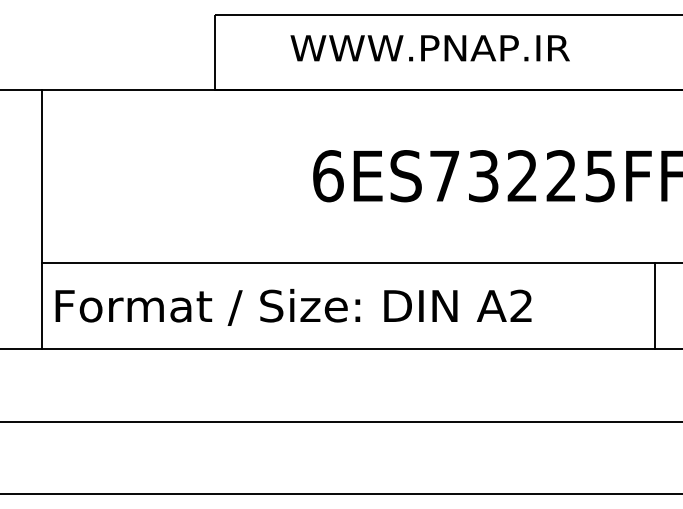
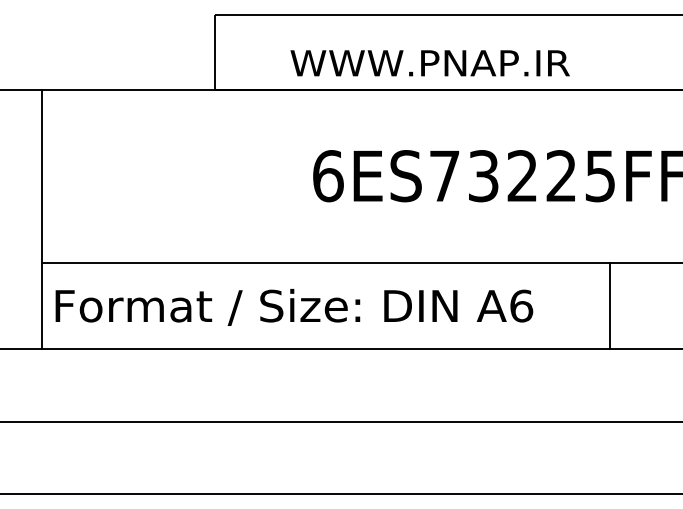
text at (429, 48) position: (429, 48) -> (429, 63)
text at (521, 305): A2 -> A6
line at (655, 305) position: (655, 305) -> (610, 305)
